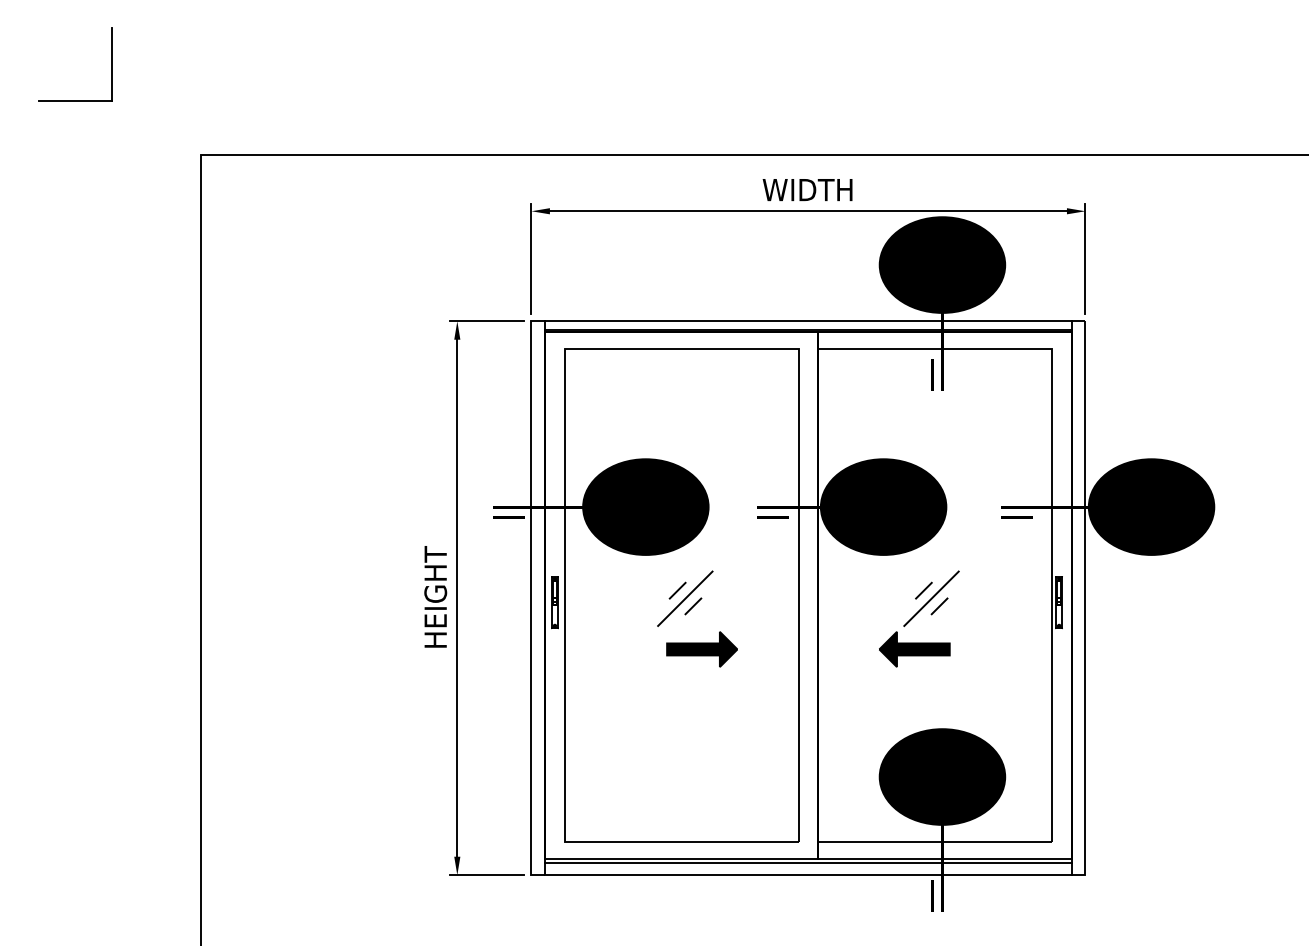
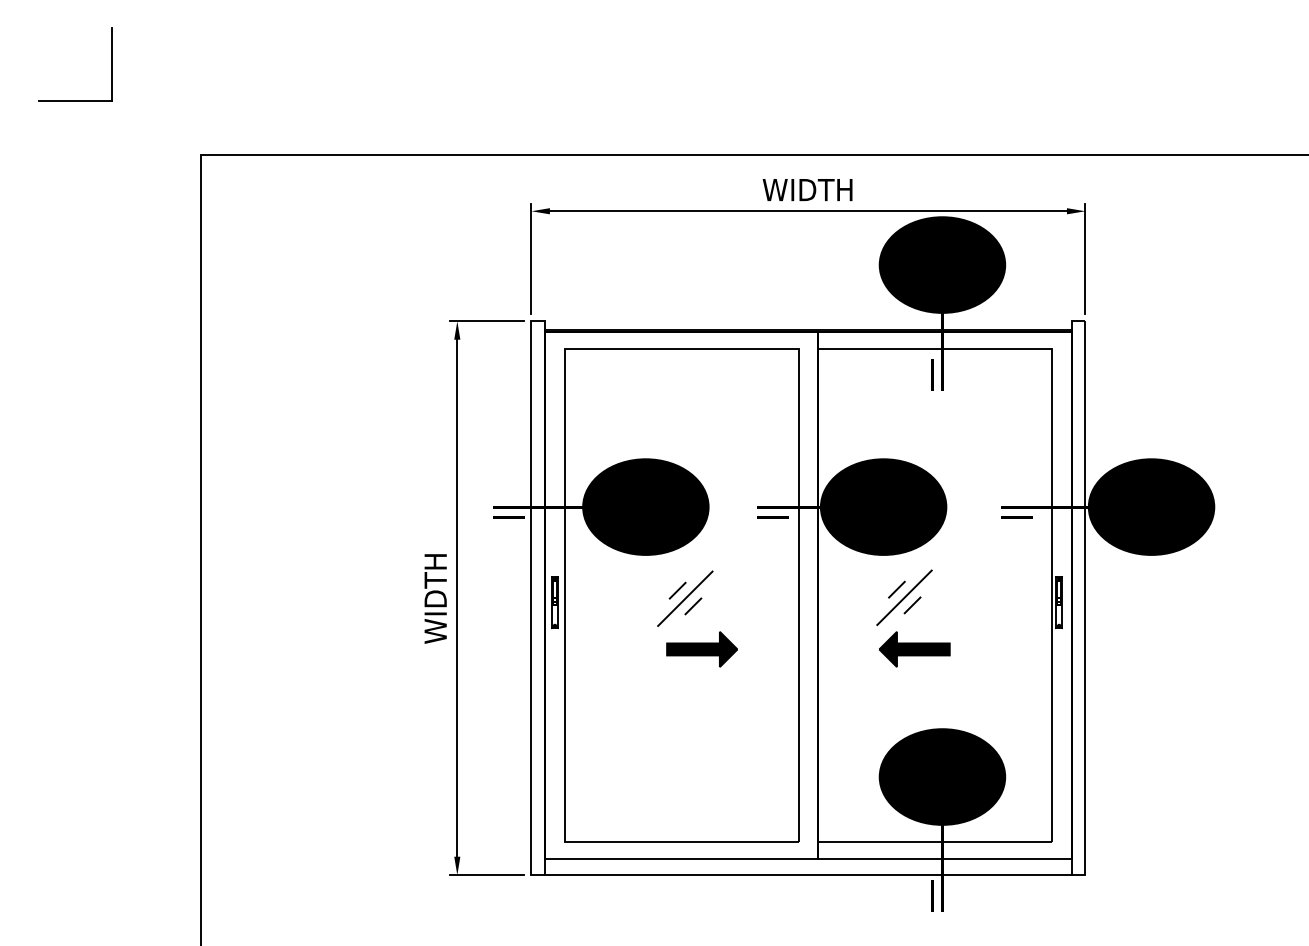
line at (808, 321): present -> none
text at (435, 596): HEIGHT -> WIDTH
part at (931, 598) position: (931, 598) -> (904, 597)
line at (808, 863): present -> none
